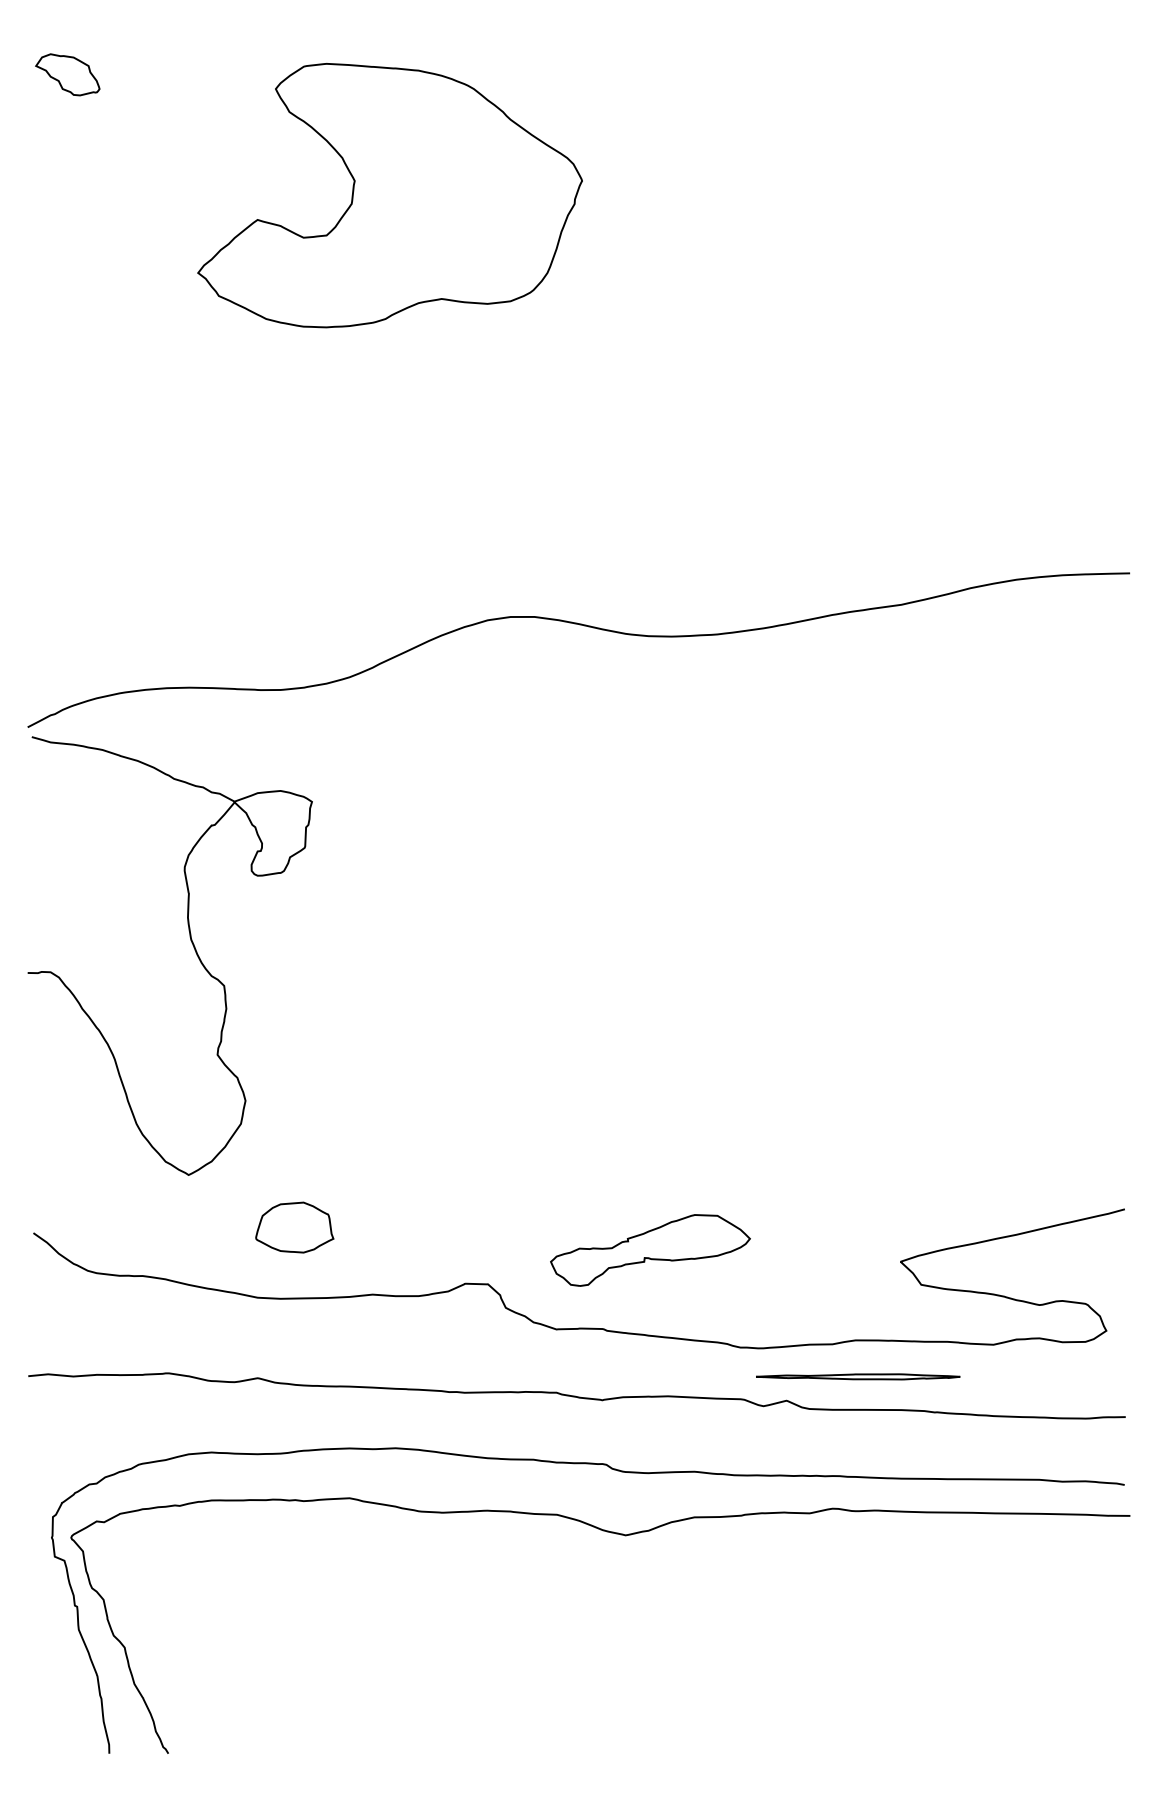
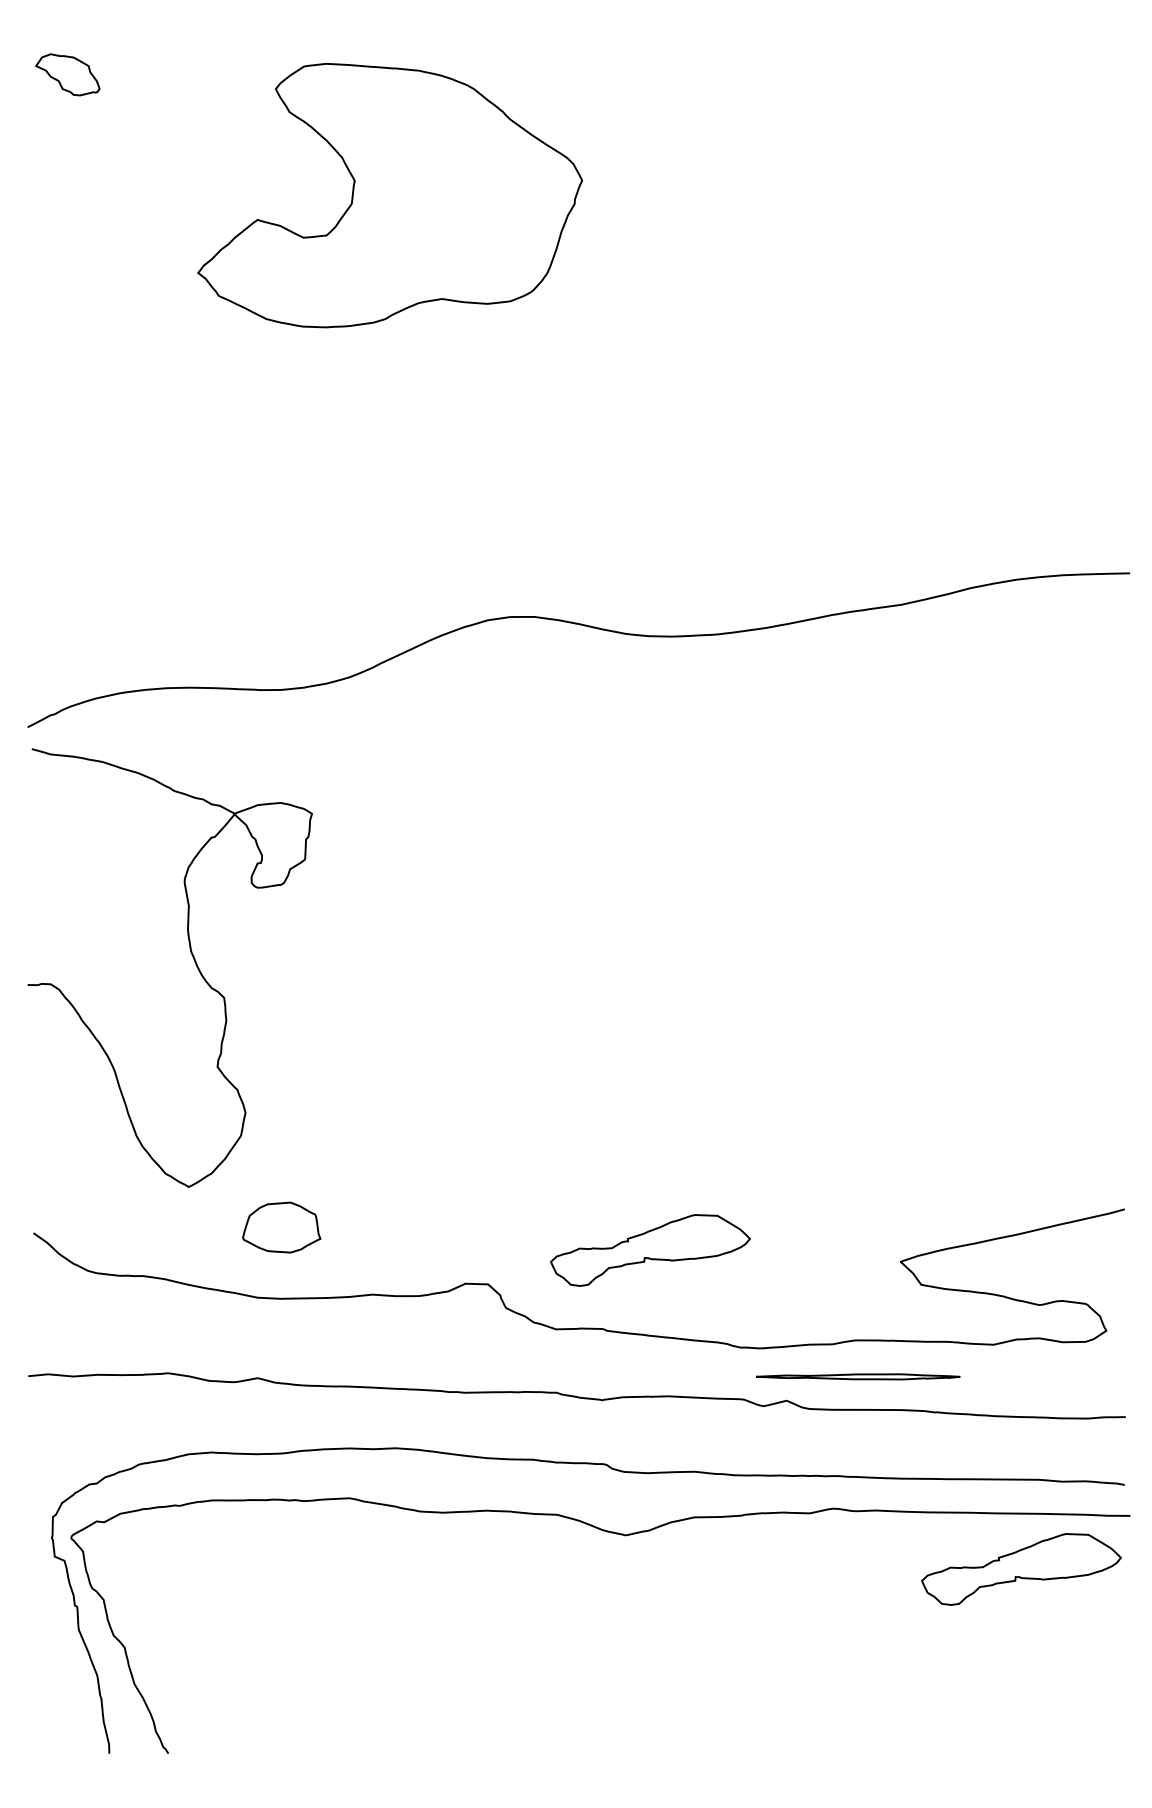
curve at (191, 943) position: (191, 943) -> (191, 955)
part at (294, 1227) position: (294, 1227) -> (281, 1227)
part at (1021, 1569): none -> present
